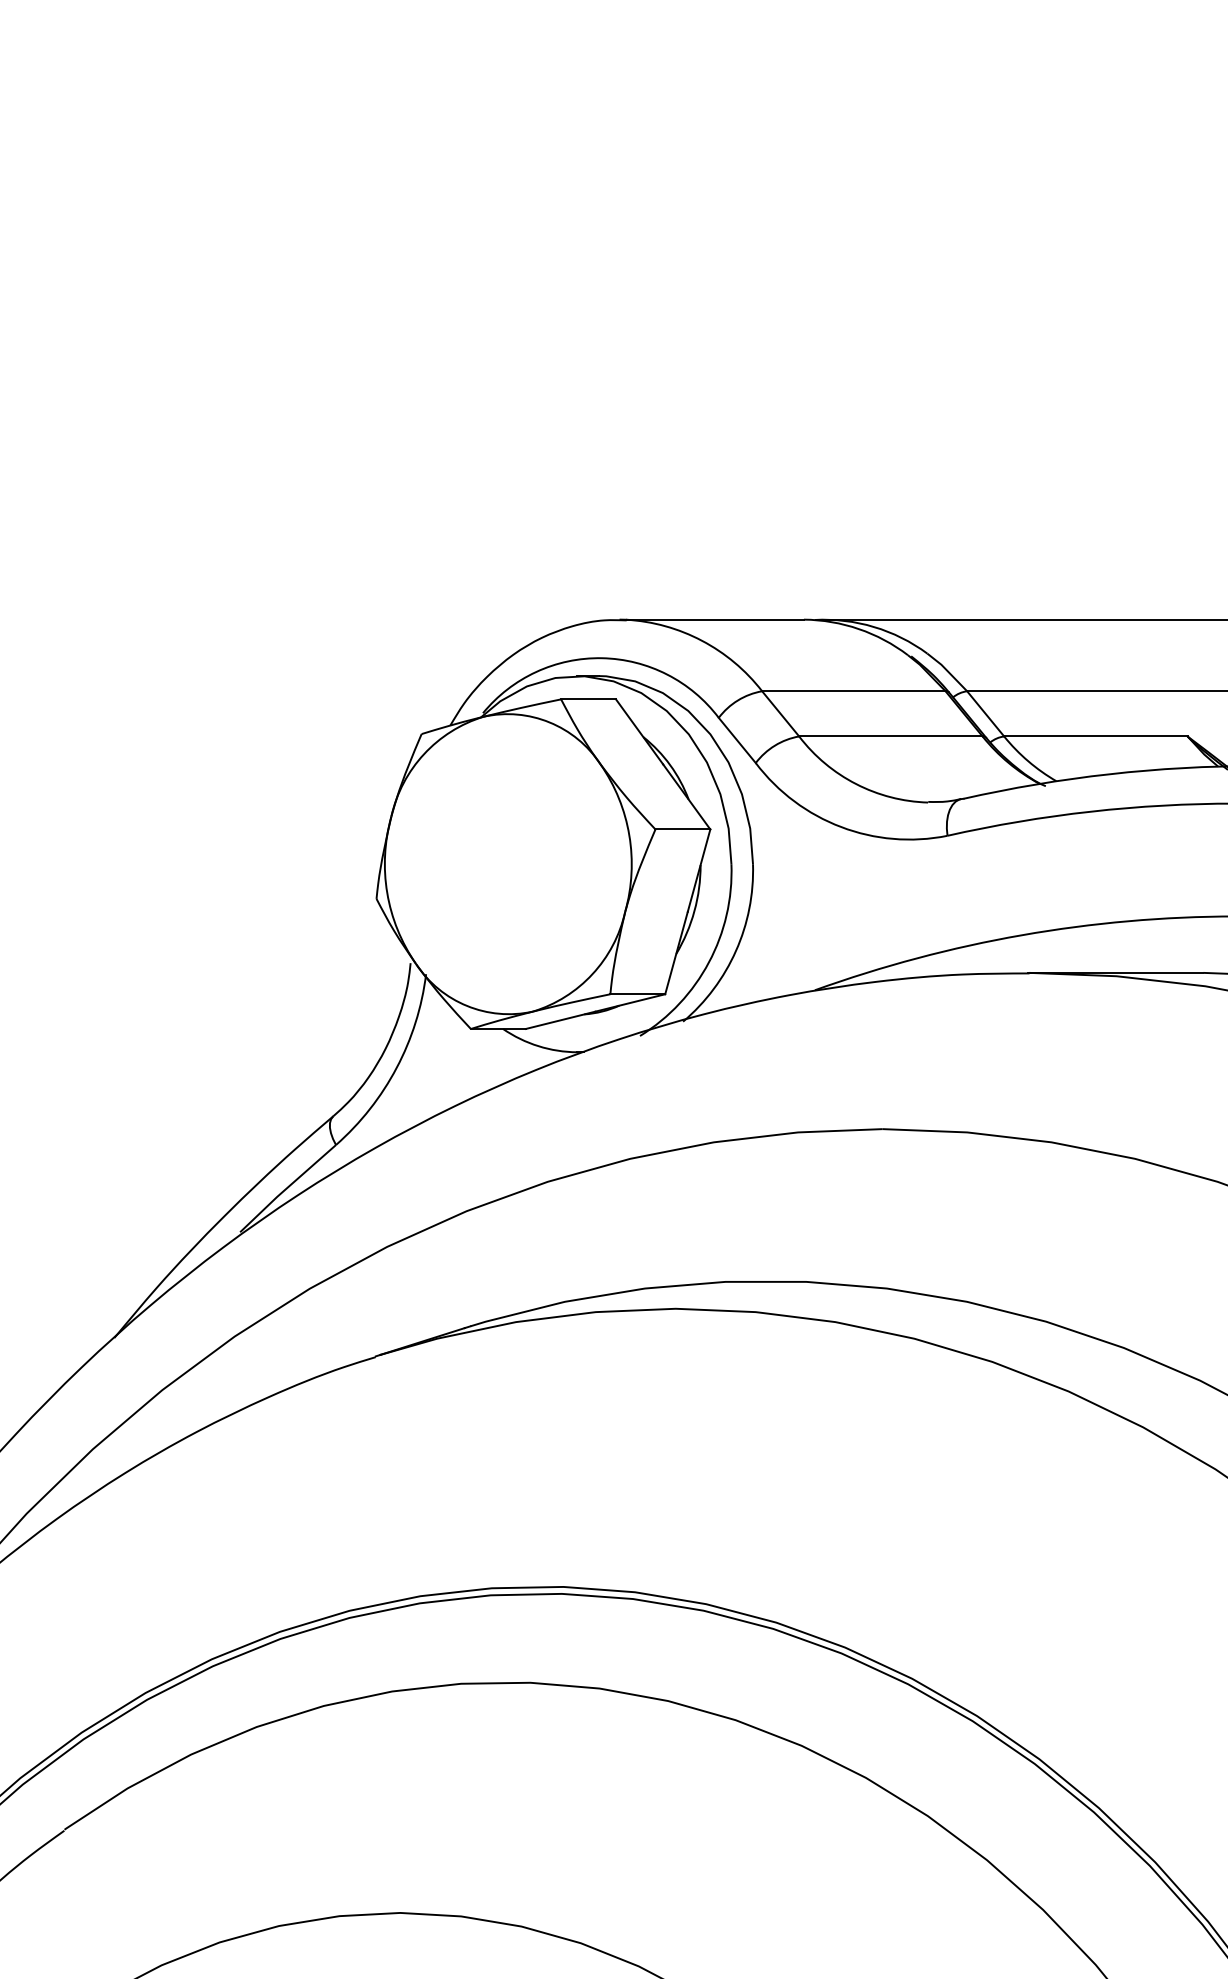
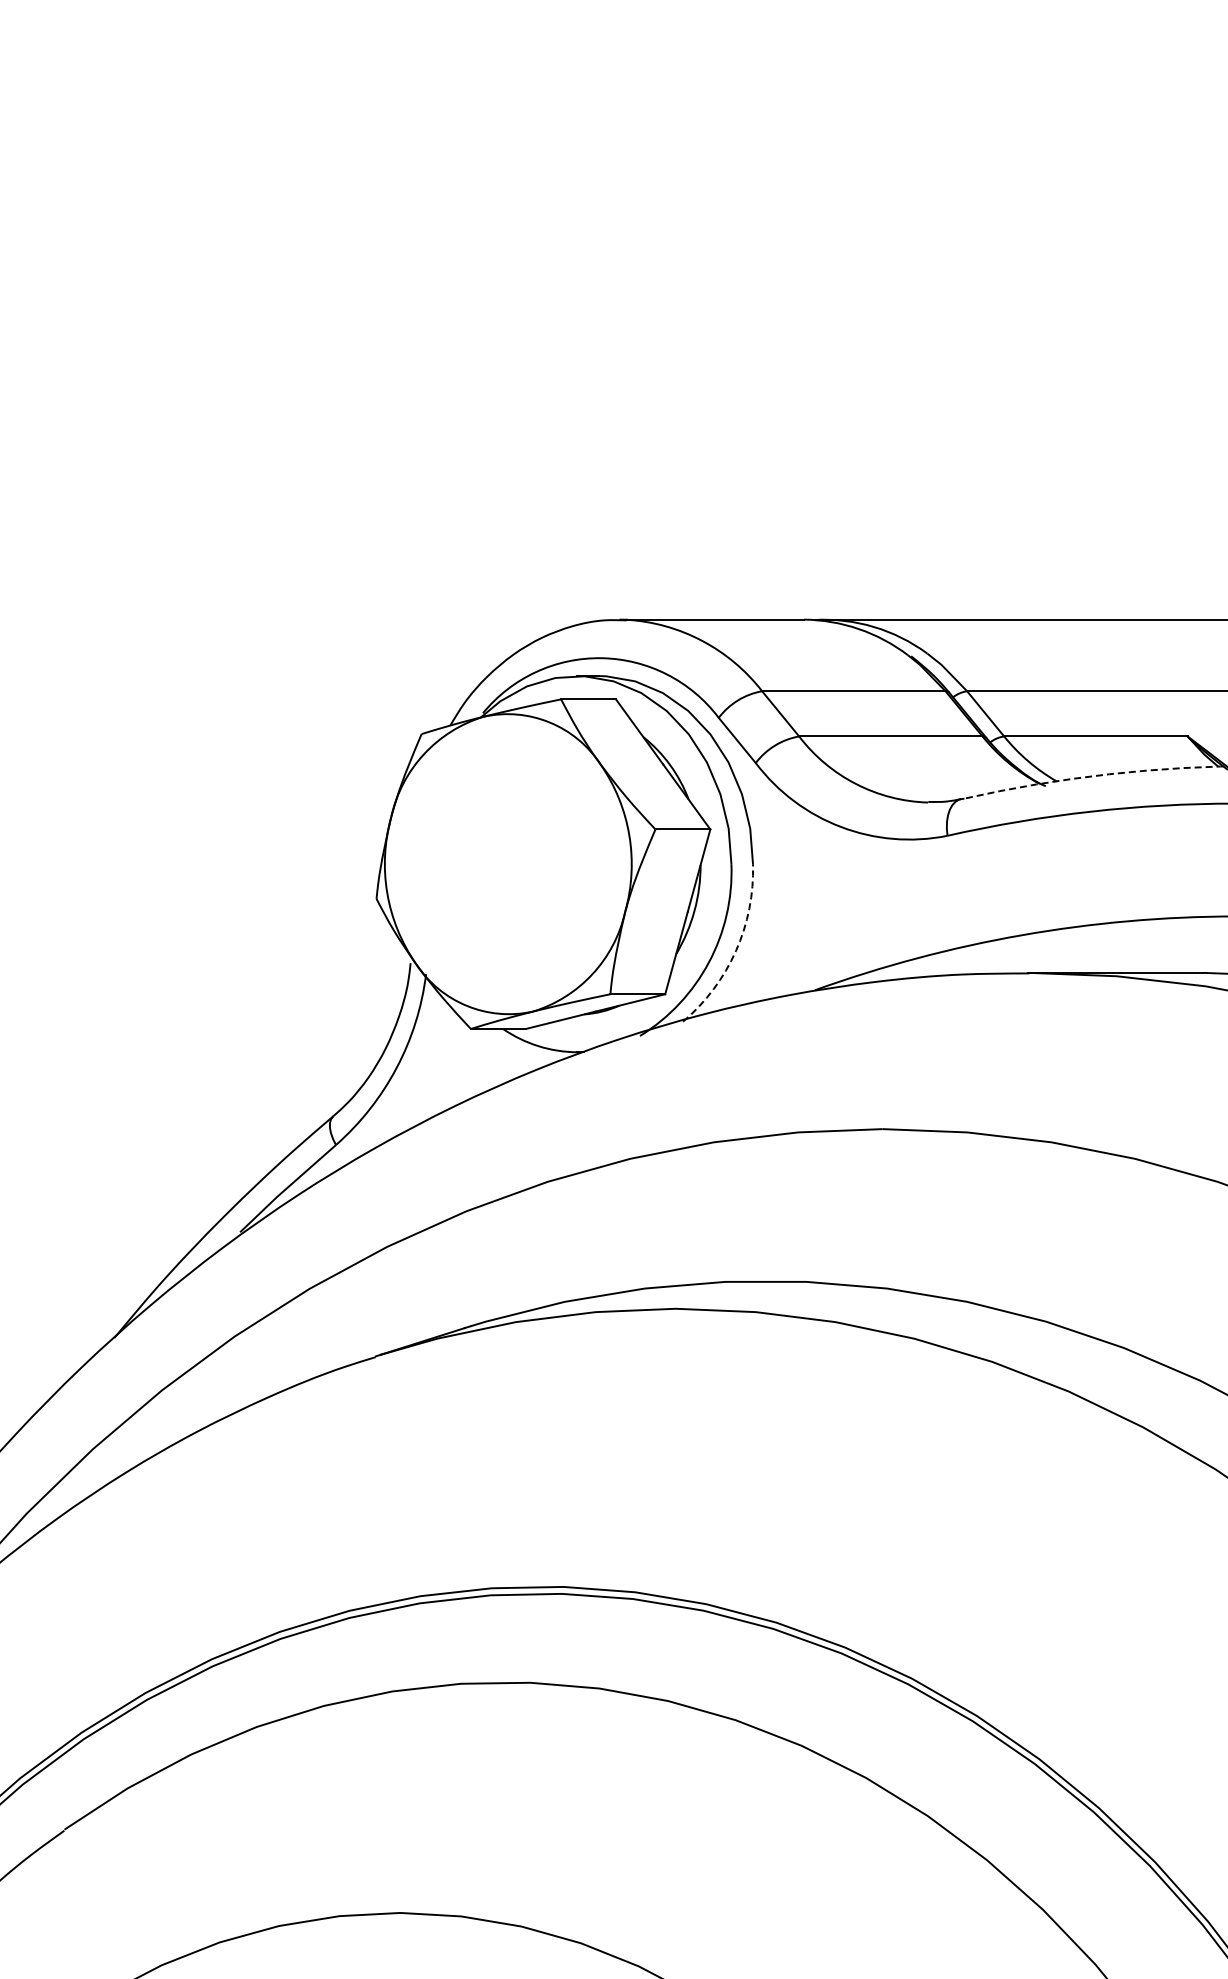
arc at (1094, 776): solid -> dashed
arc at (736, 950): solid -> dashed
